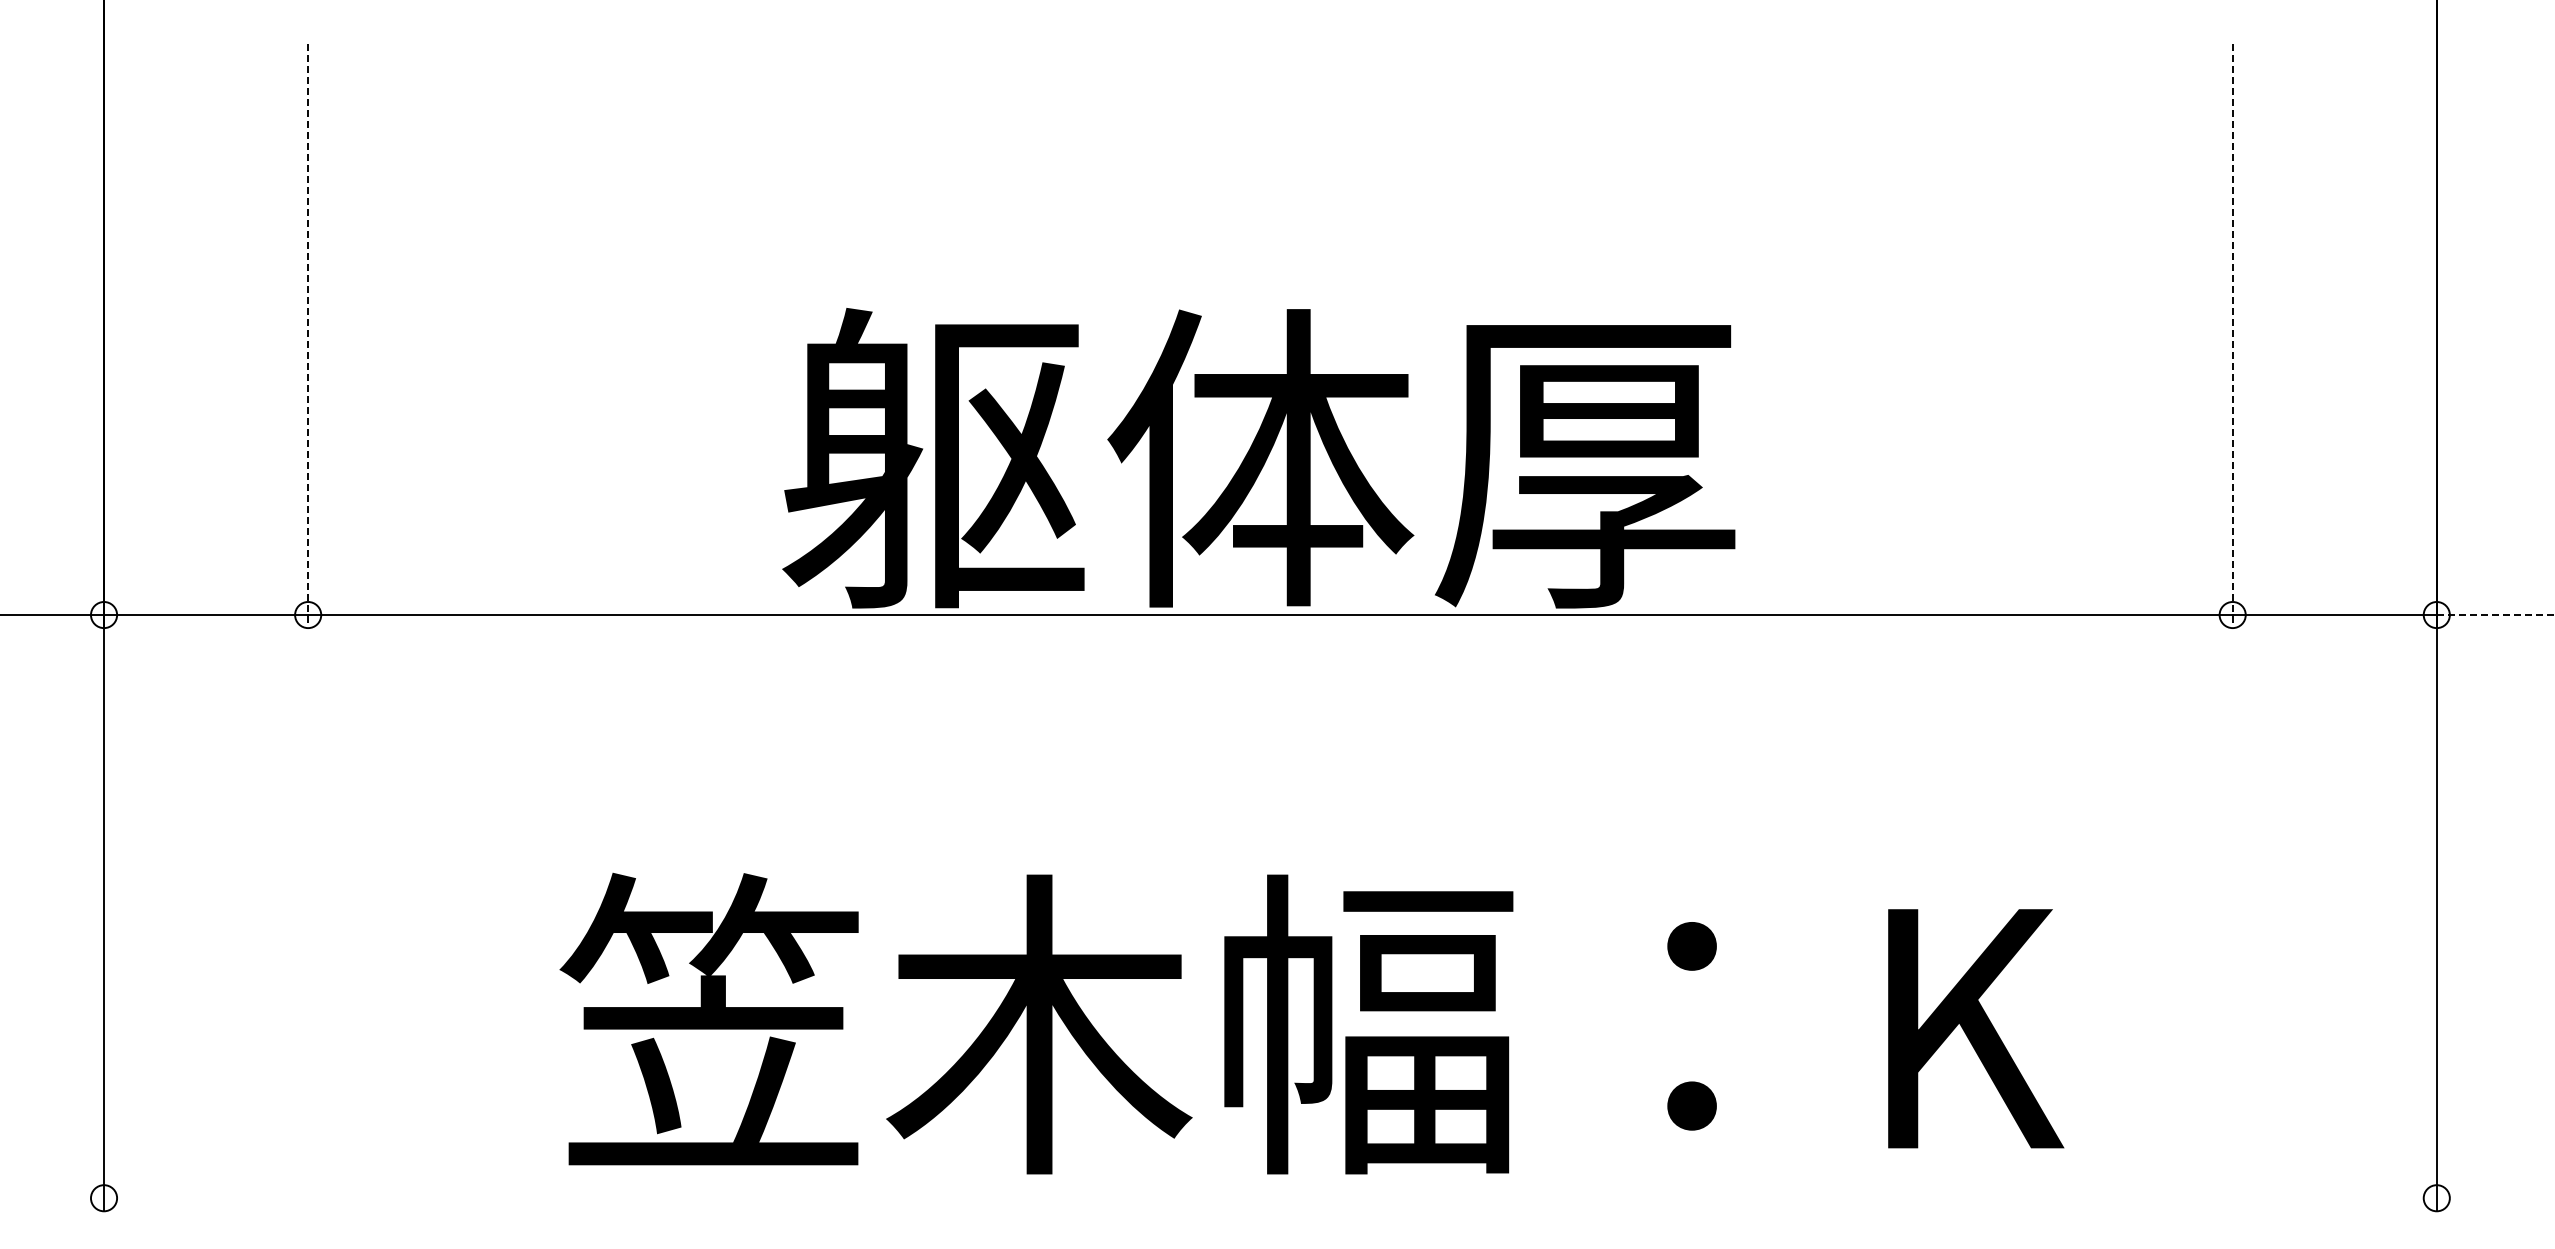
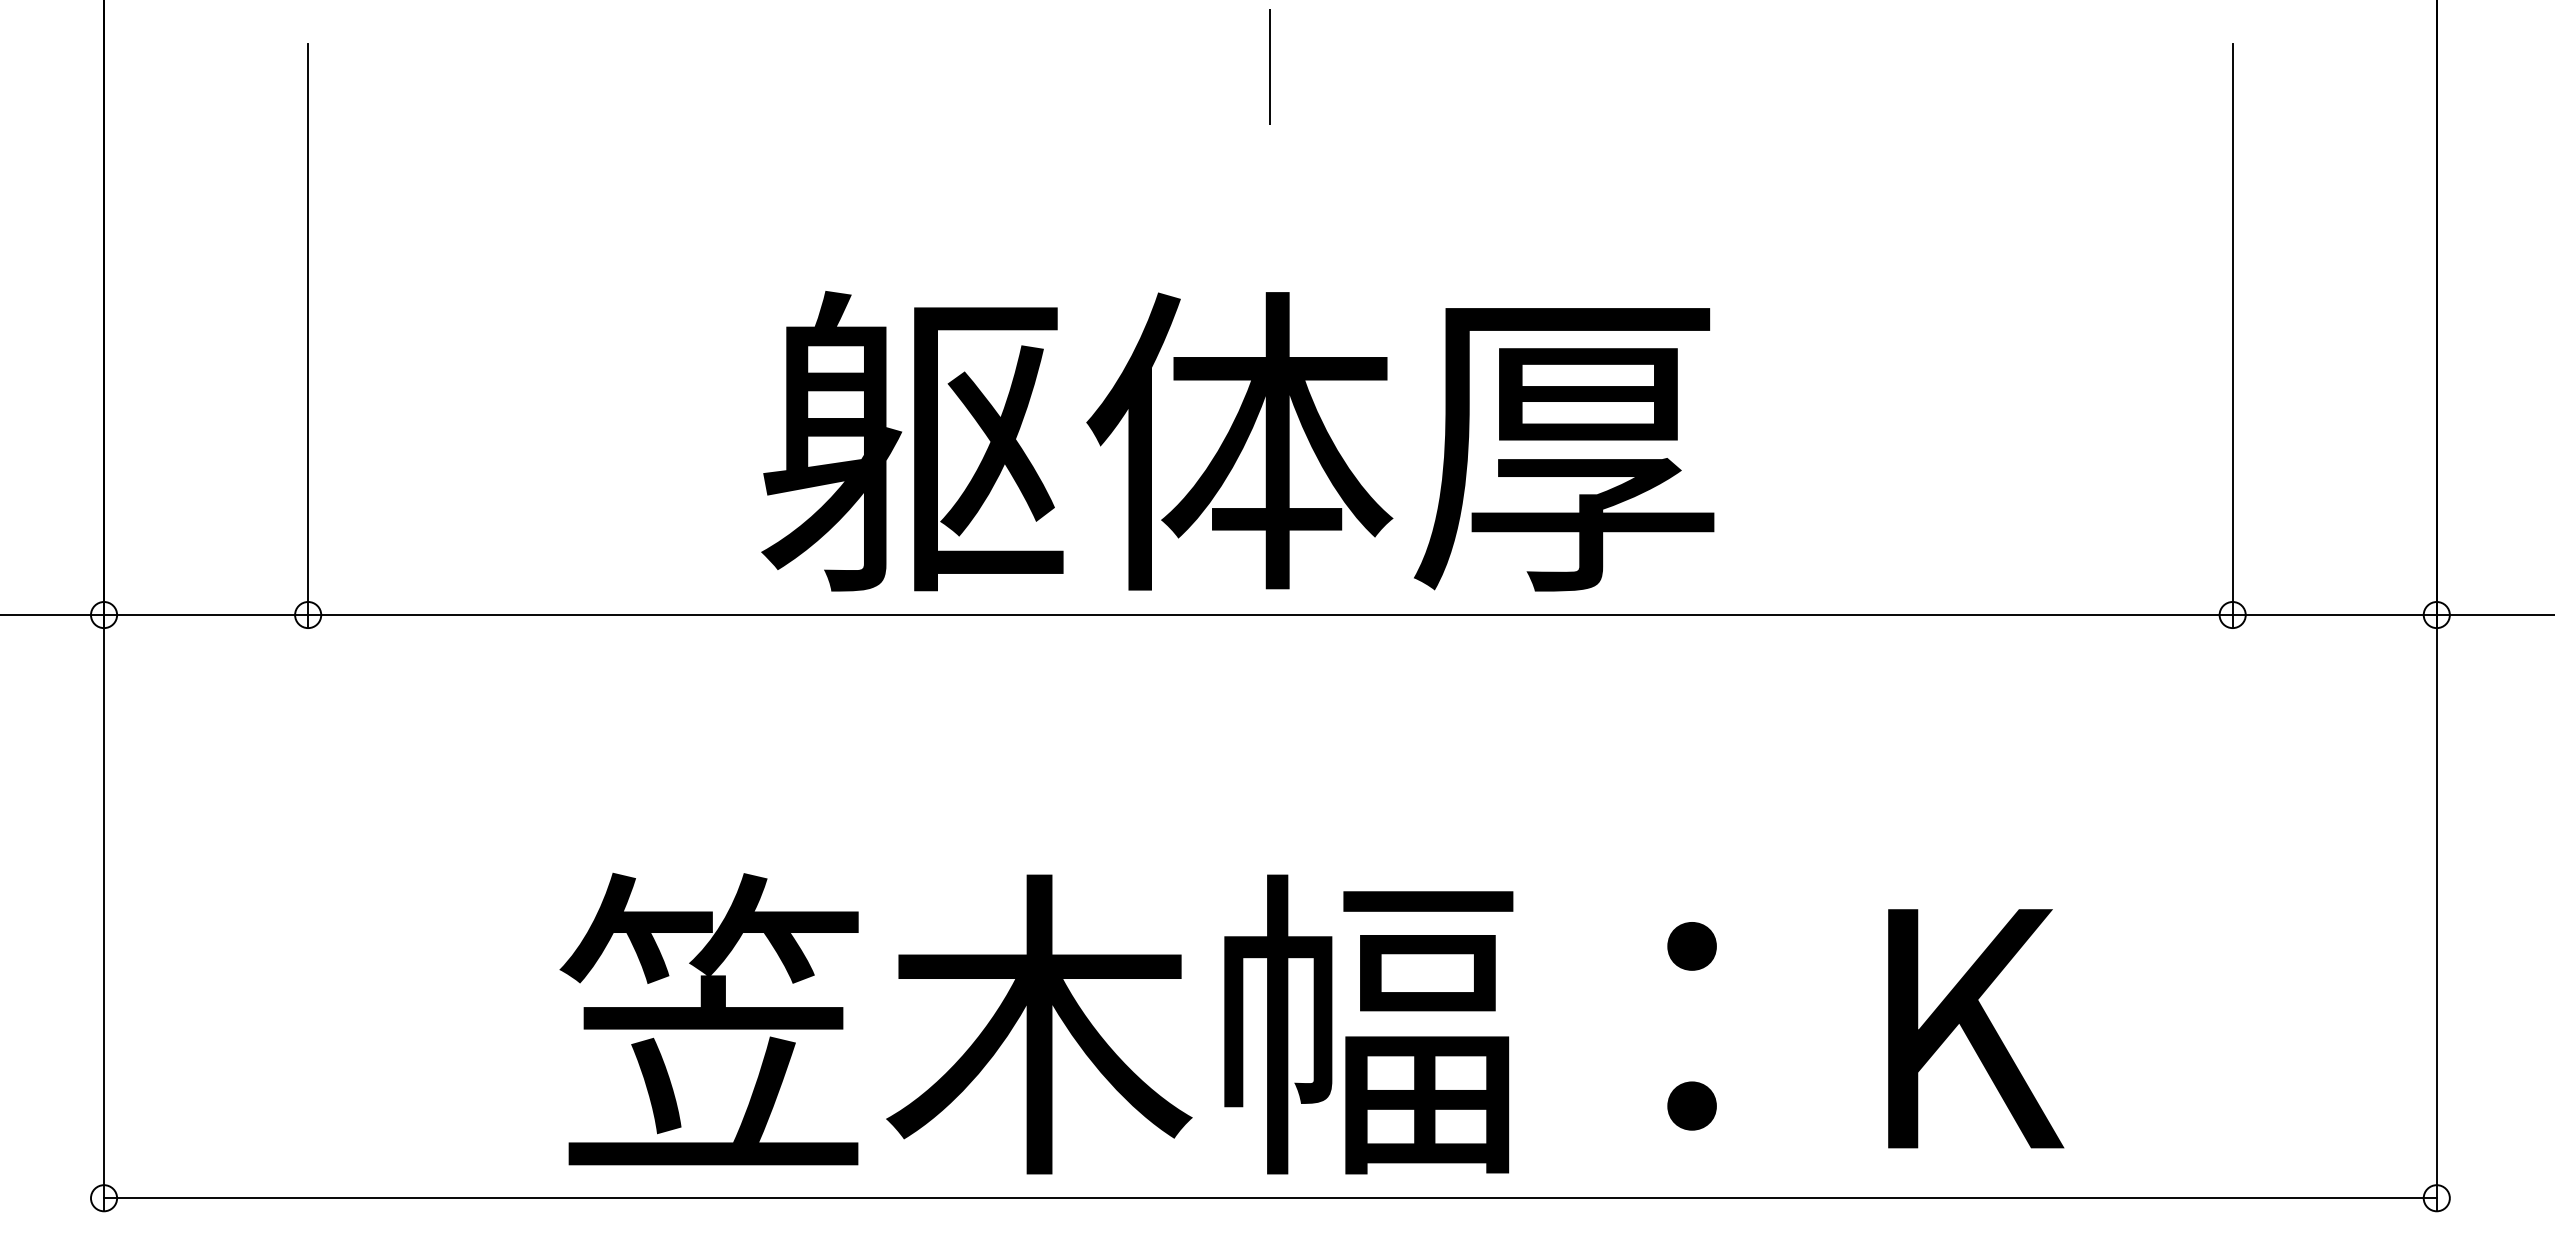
line at (1270, 63): none -> present
line at (308, 335): dashed -> solid
line at (2232, 335): dashed -> solid
text at (1258, 458) position: (1258, 458) -> (1237, 441)
line at (2495, 615): dashed -> solid
line at (1270, 1198): none -> present
